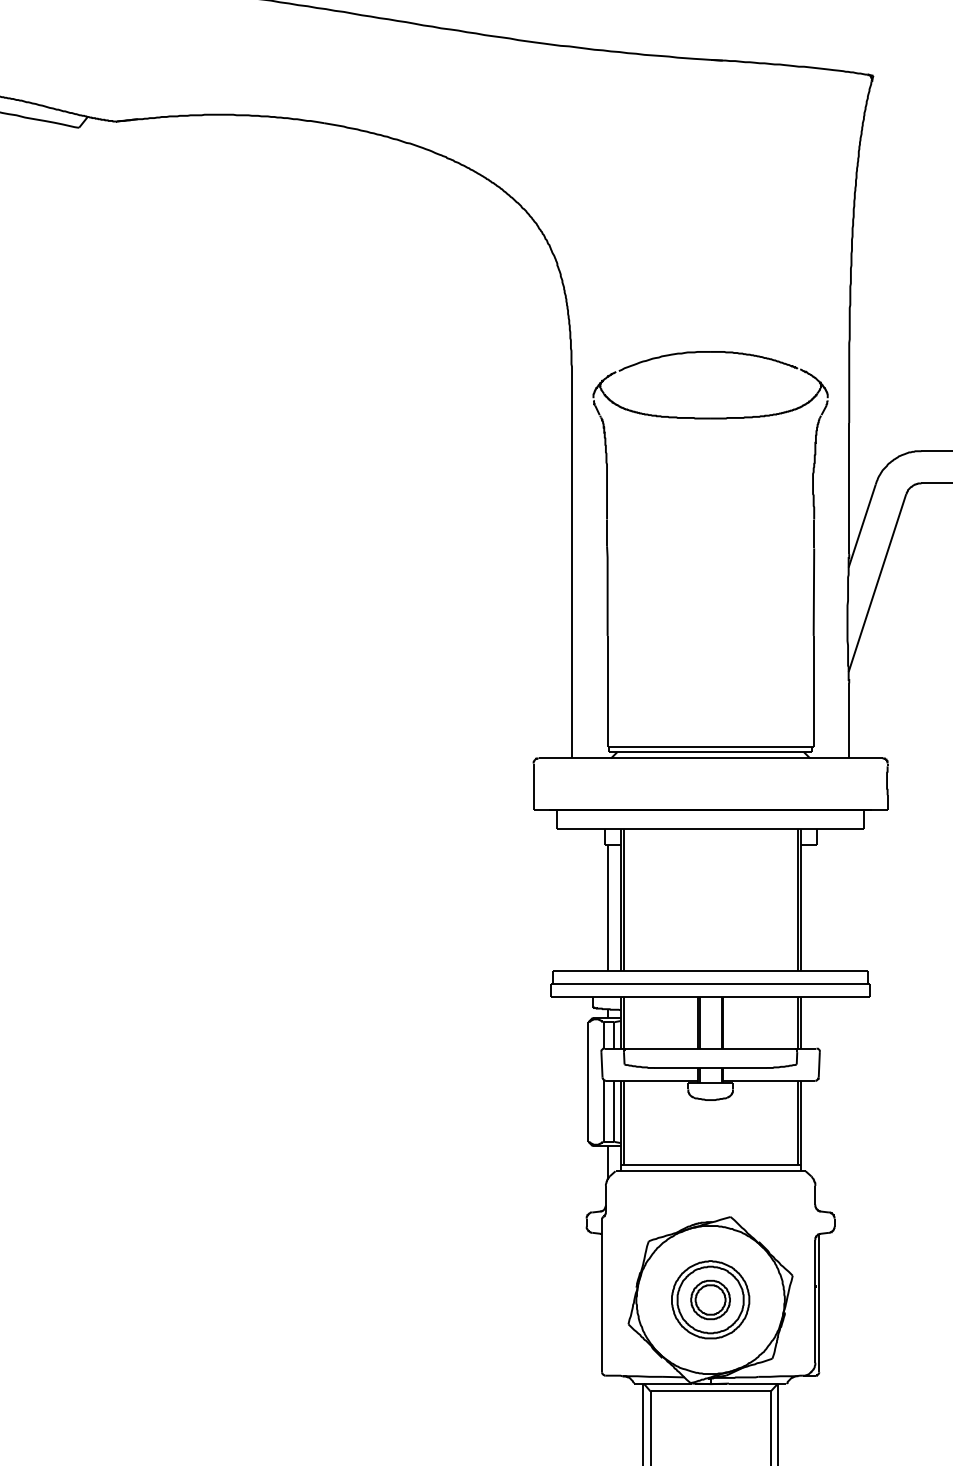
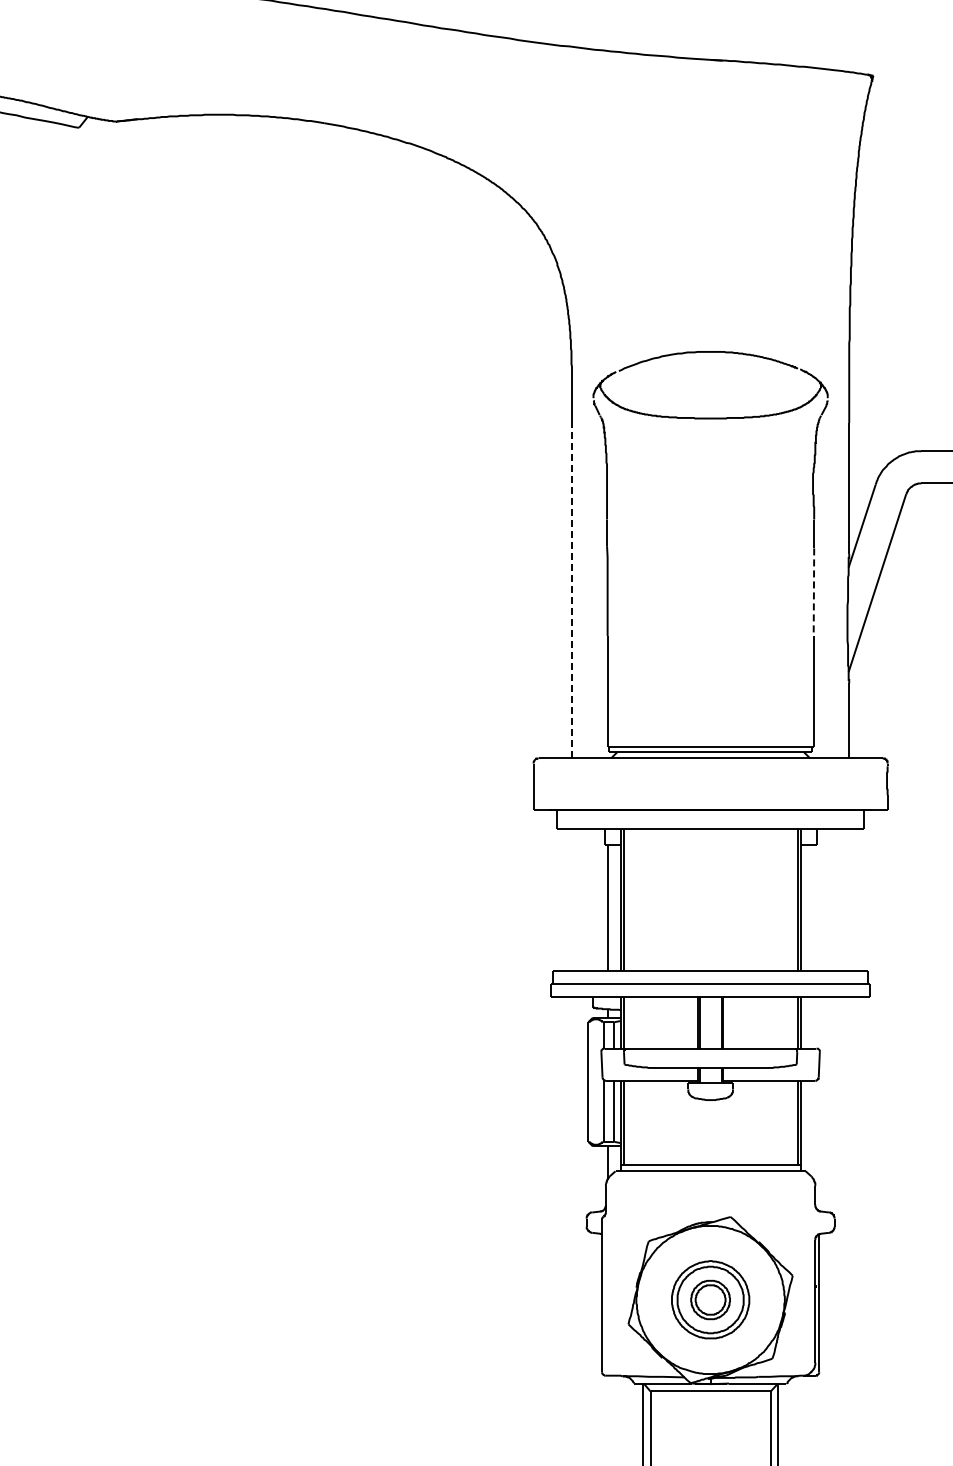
line at (572, 590): solid -> dashed
line at (813, 592): solid -> dashed
